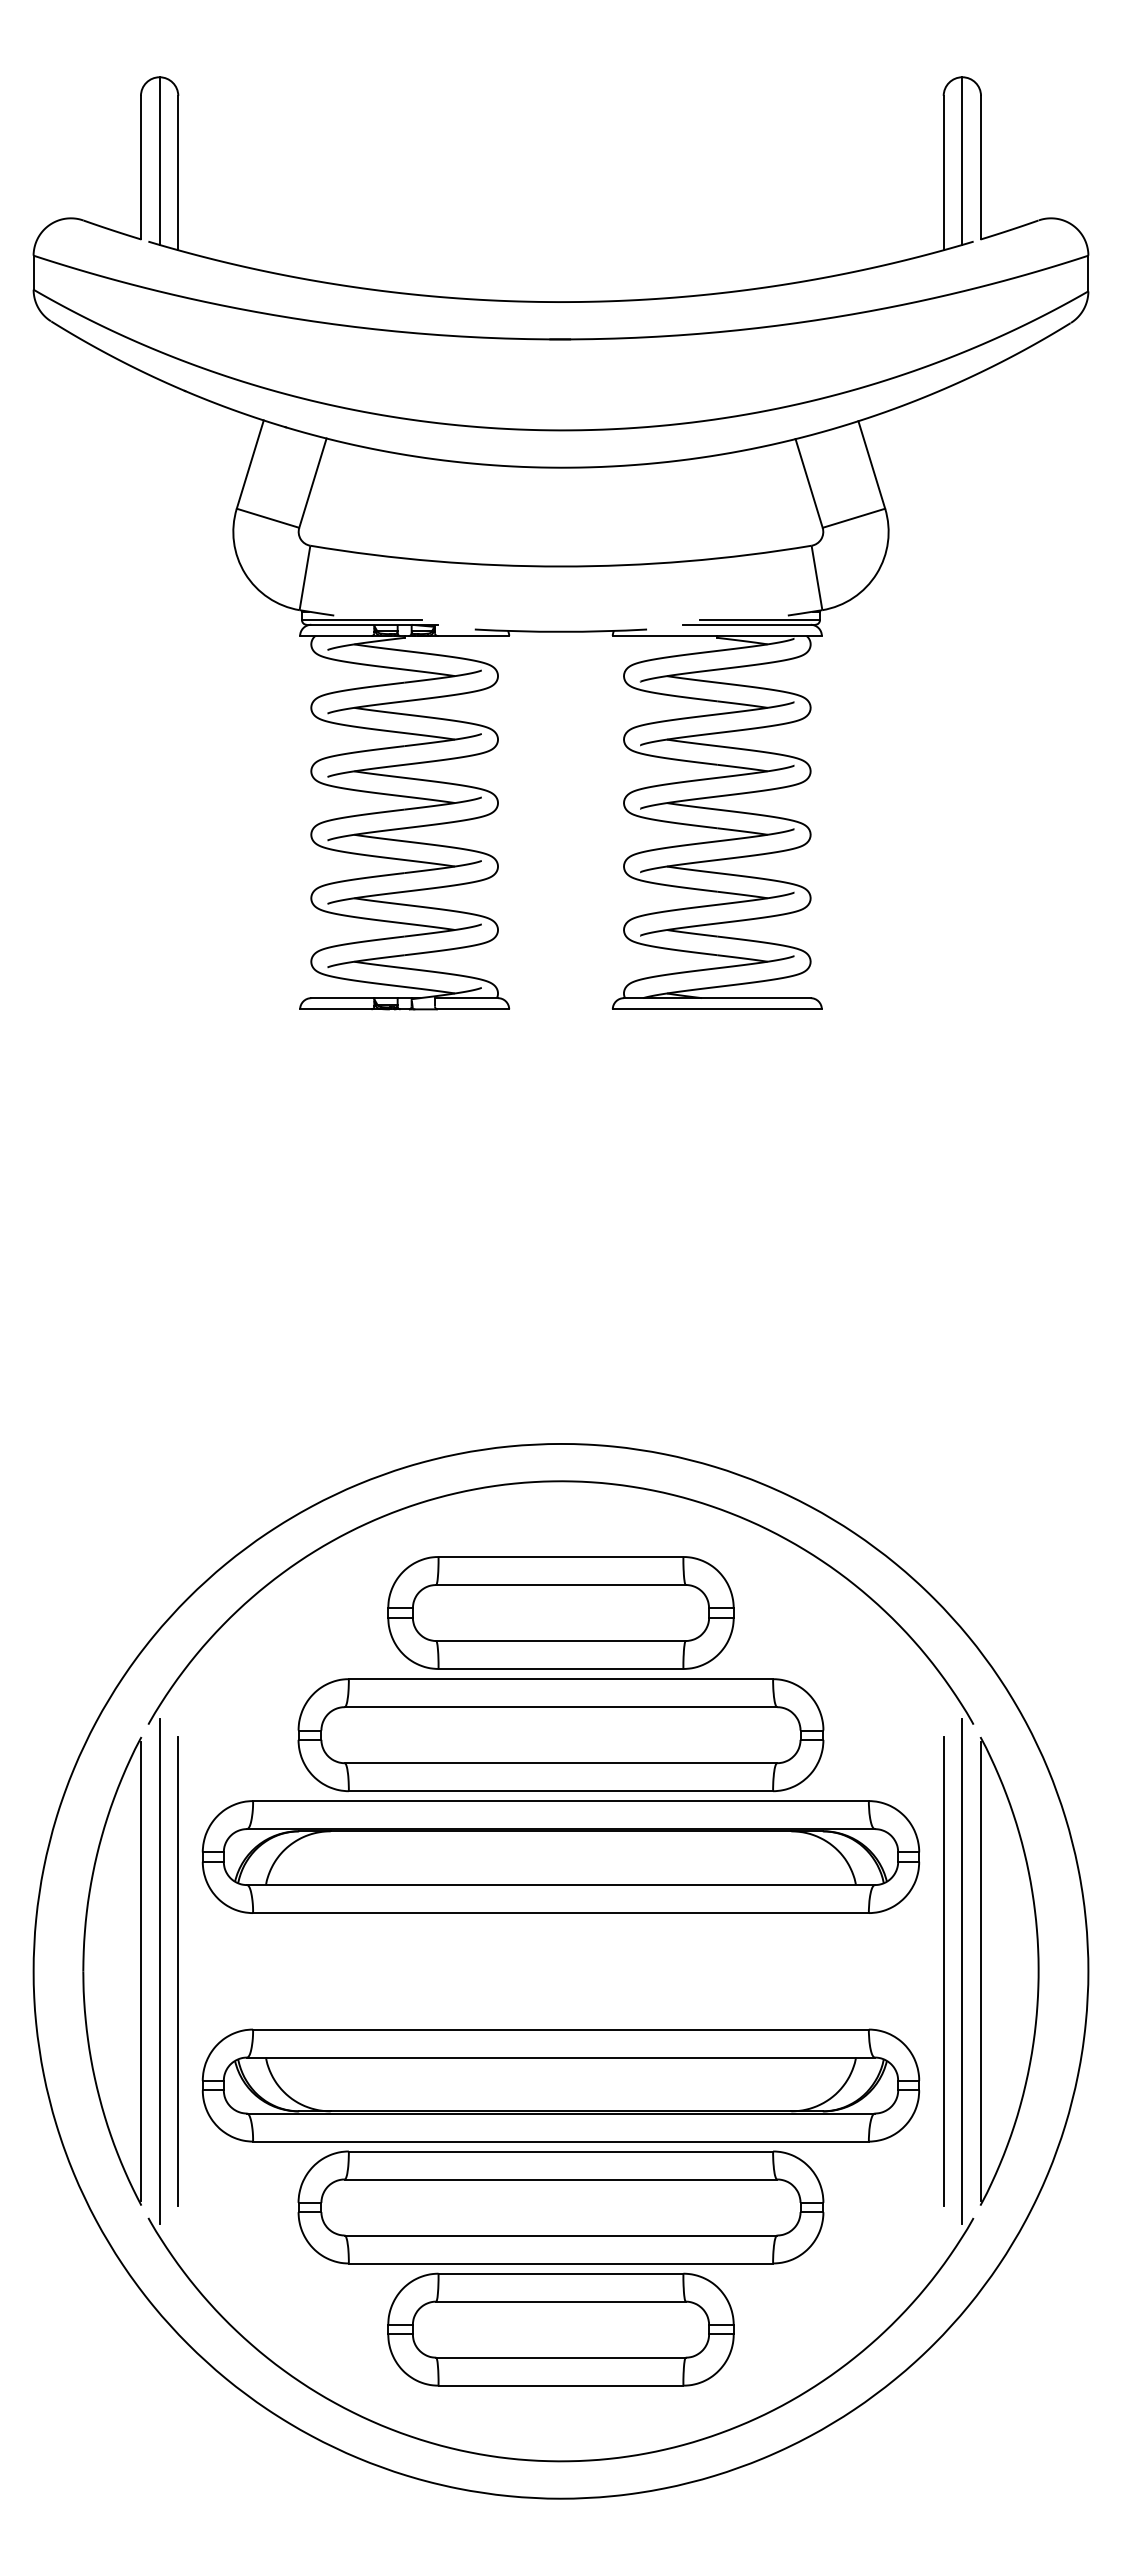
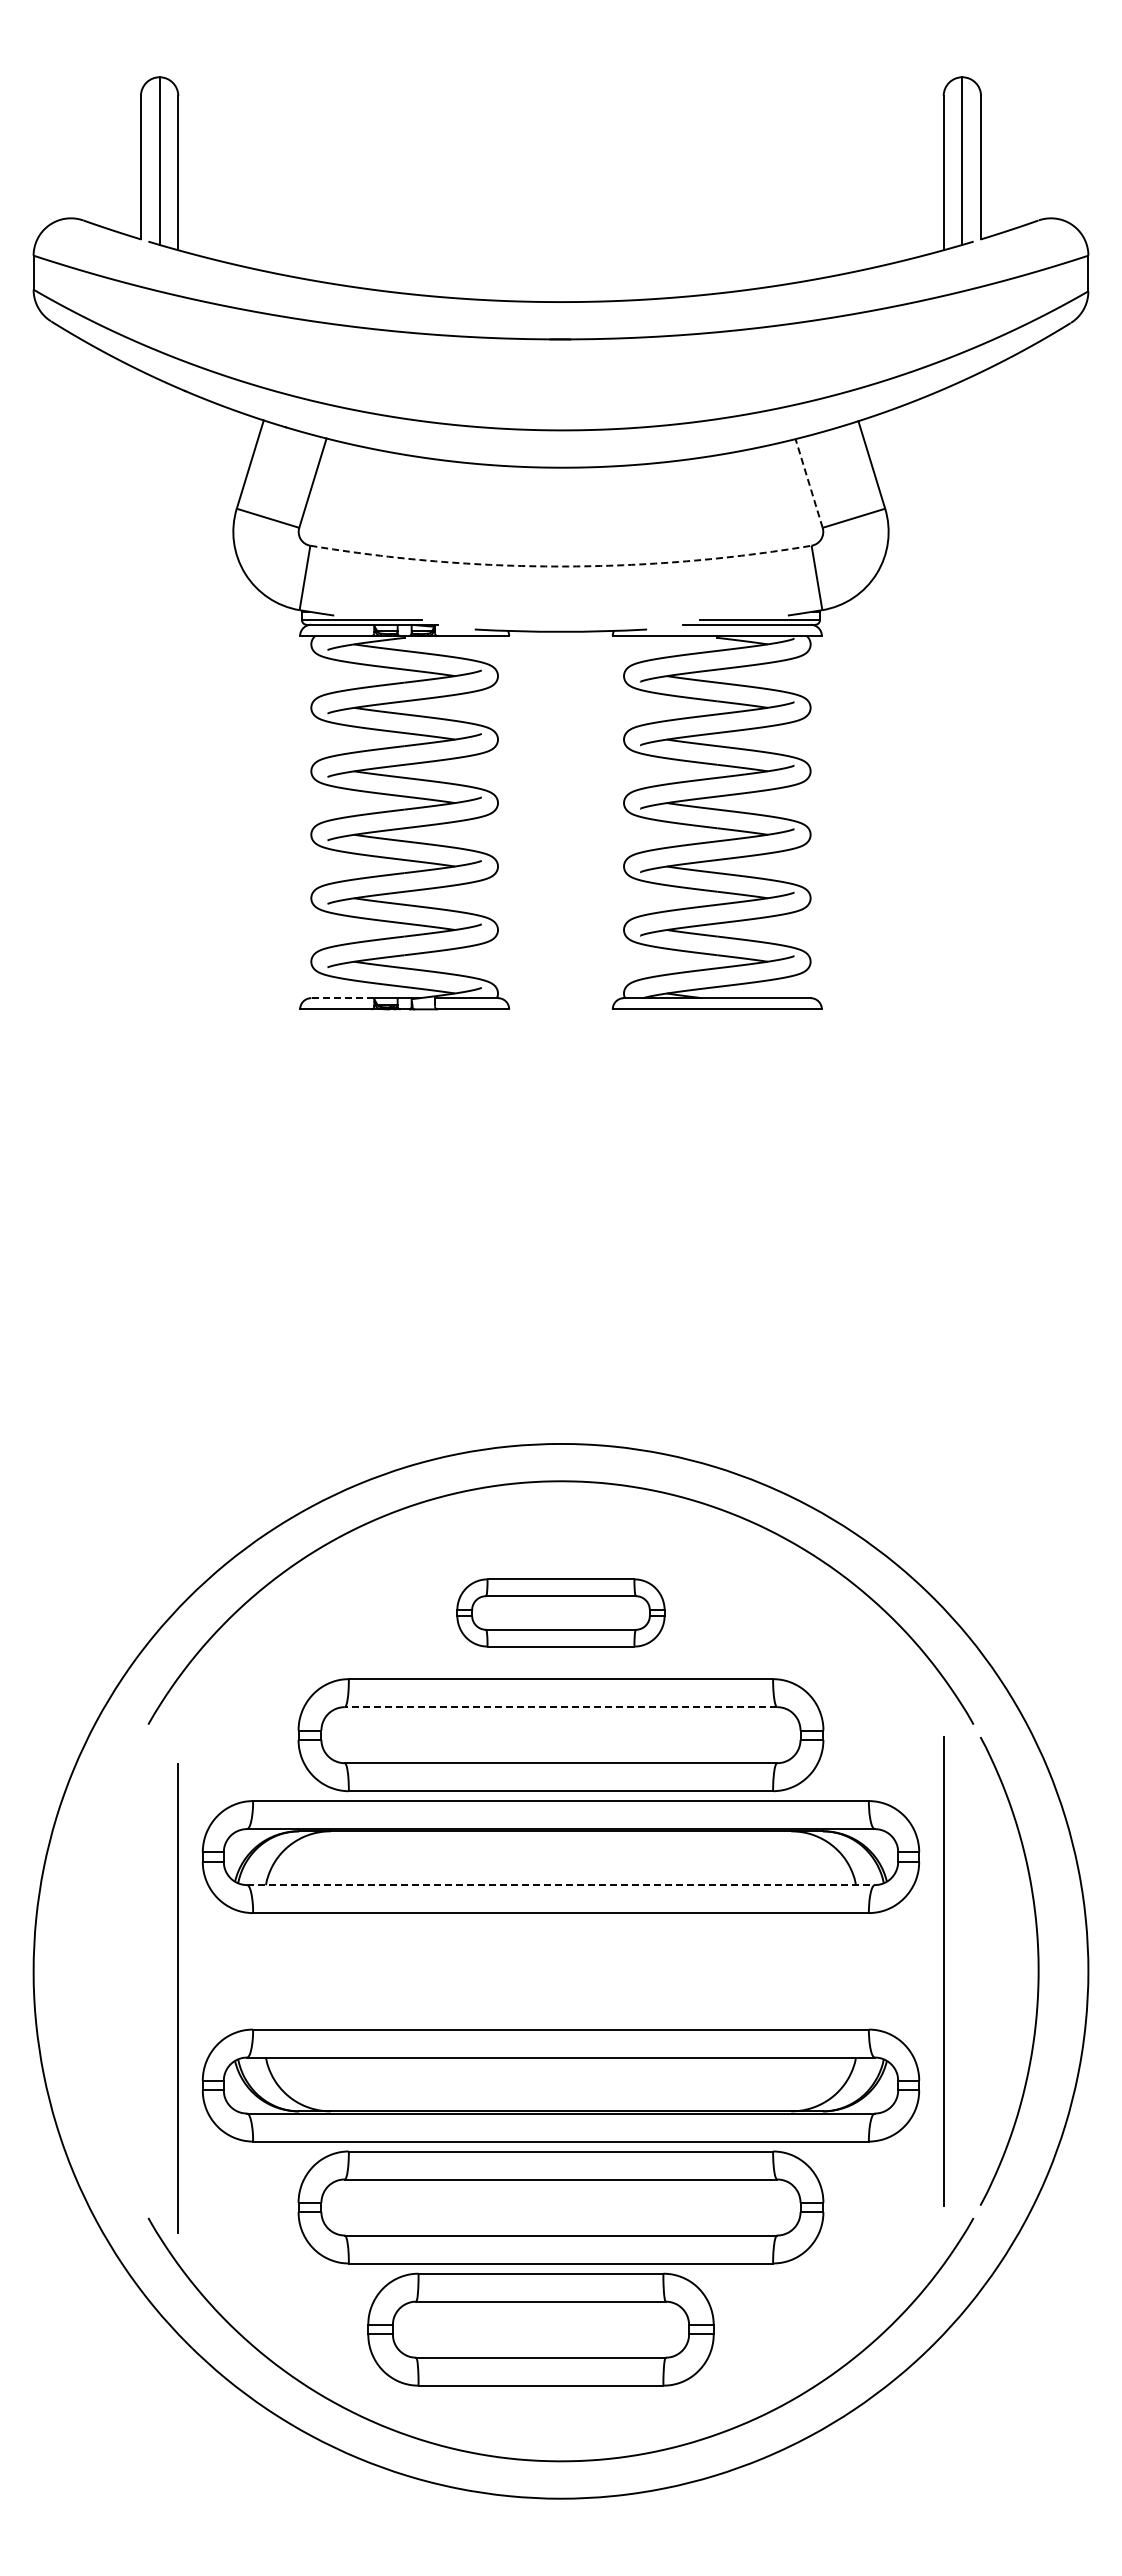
line at (808, 482): solid -> dashed
arc at (560, 566): solid -> dashed
line at (342, 998): solid -> dashed
part at (560, 1612) size: 348x114 px -> 210x70 px
line at (560, 1707): solid -> dashed
line at (560, 1885): solid -> dashed
part at (112, 1970): present -> none
line at (159, 1970): present -> none
line at (962, 1970): present -> none
line at (177, 1971) position: (177, 1971) -> (177, 1998)
line at (981, 1971): present -> none
part at (560, 2329) position: (560, 2329) -> (540, 2329)
